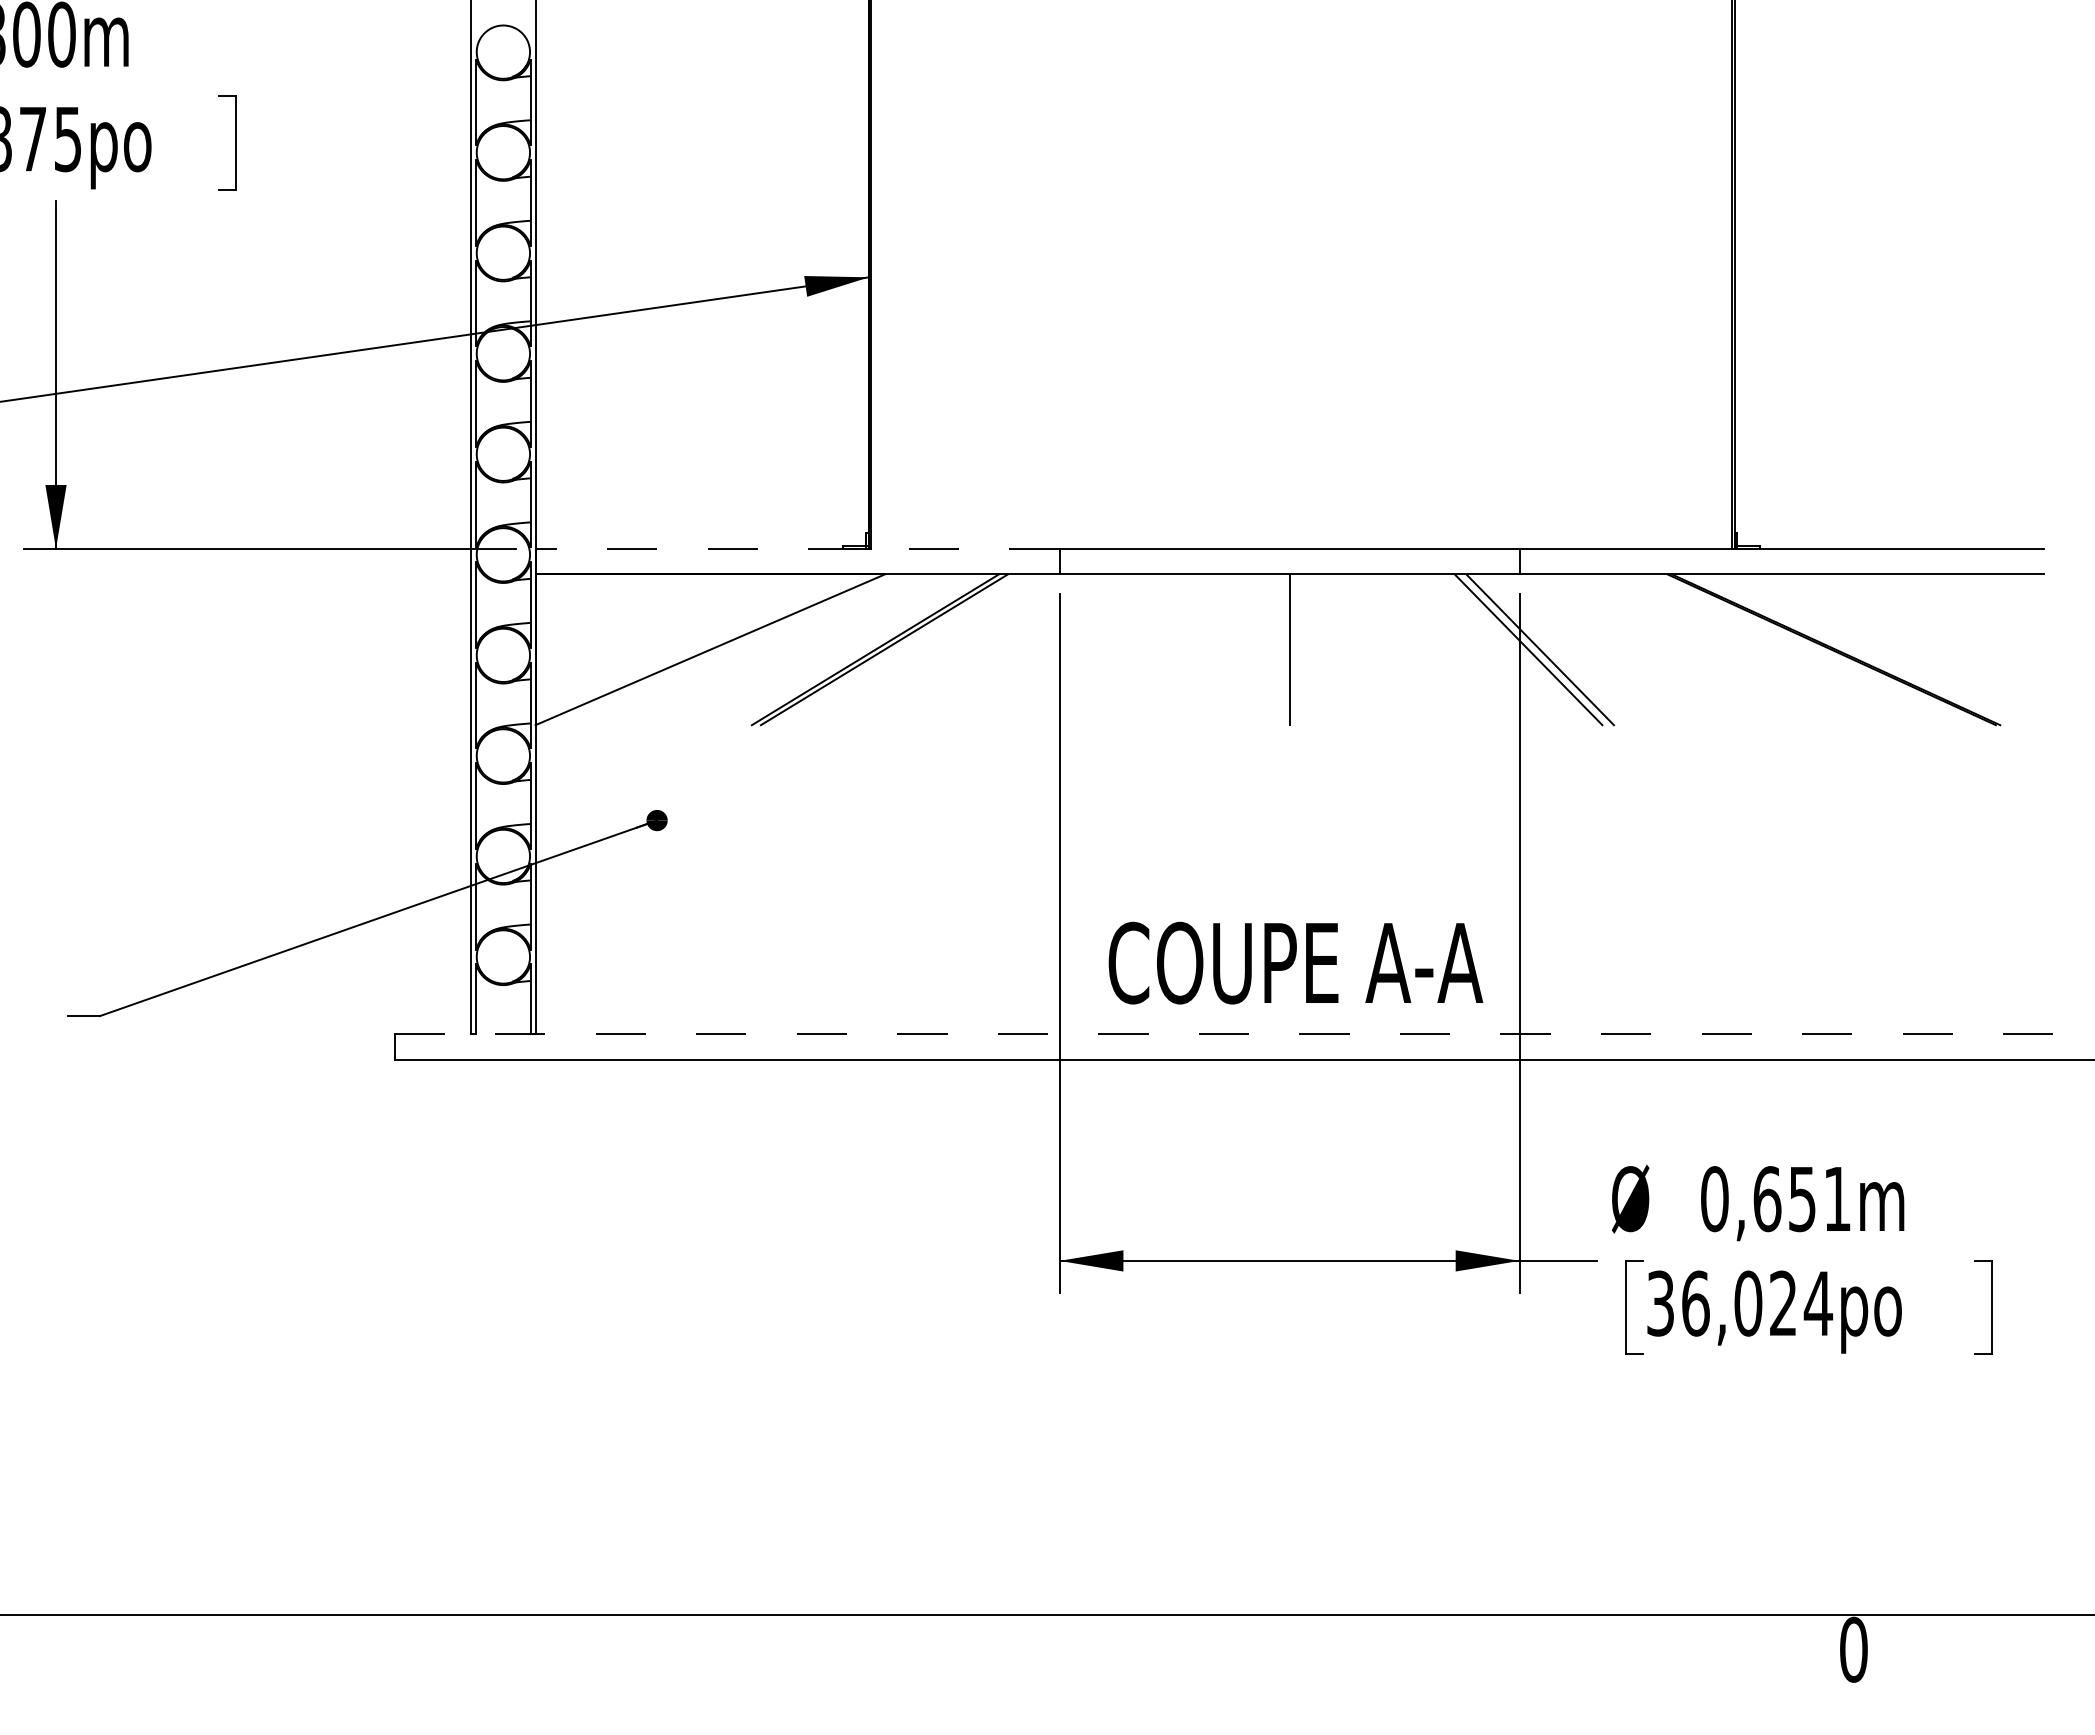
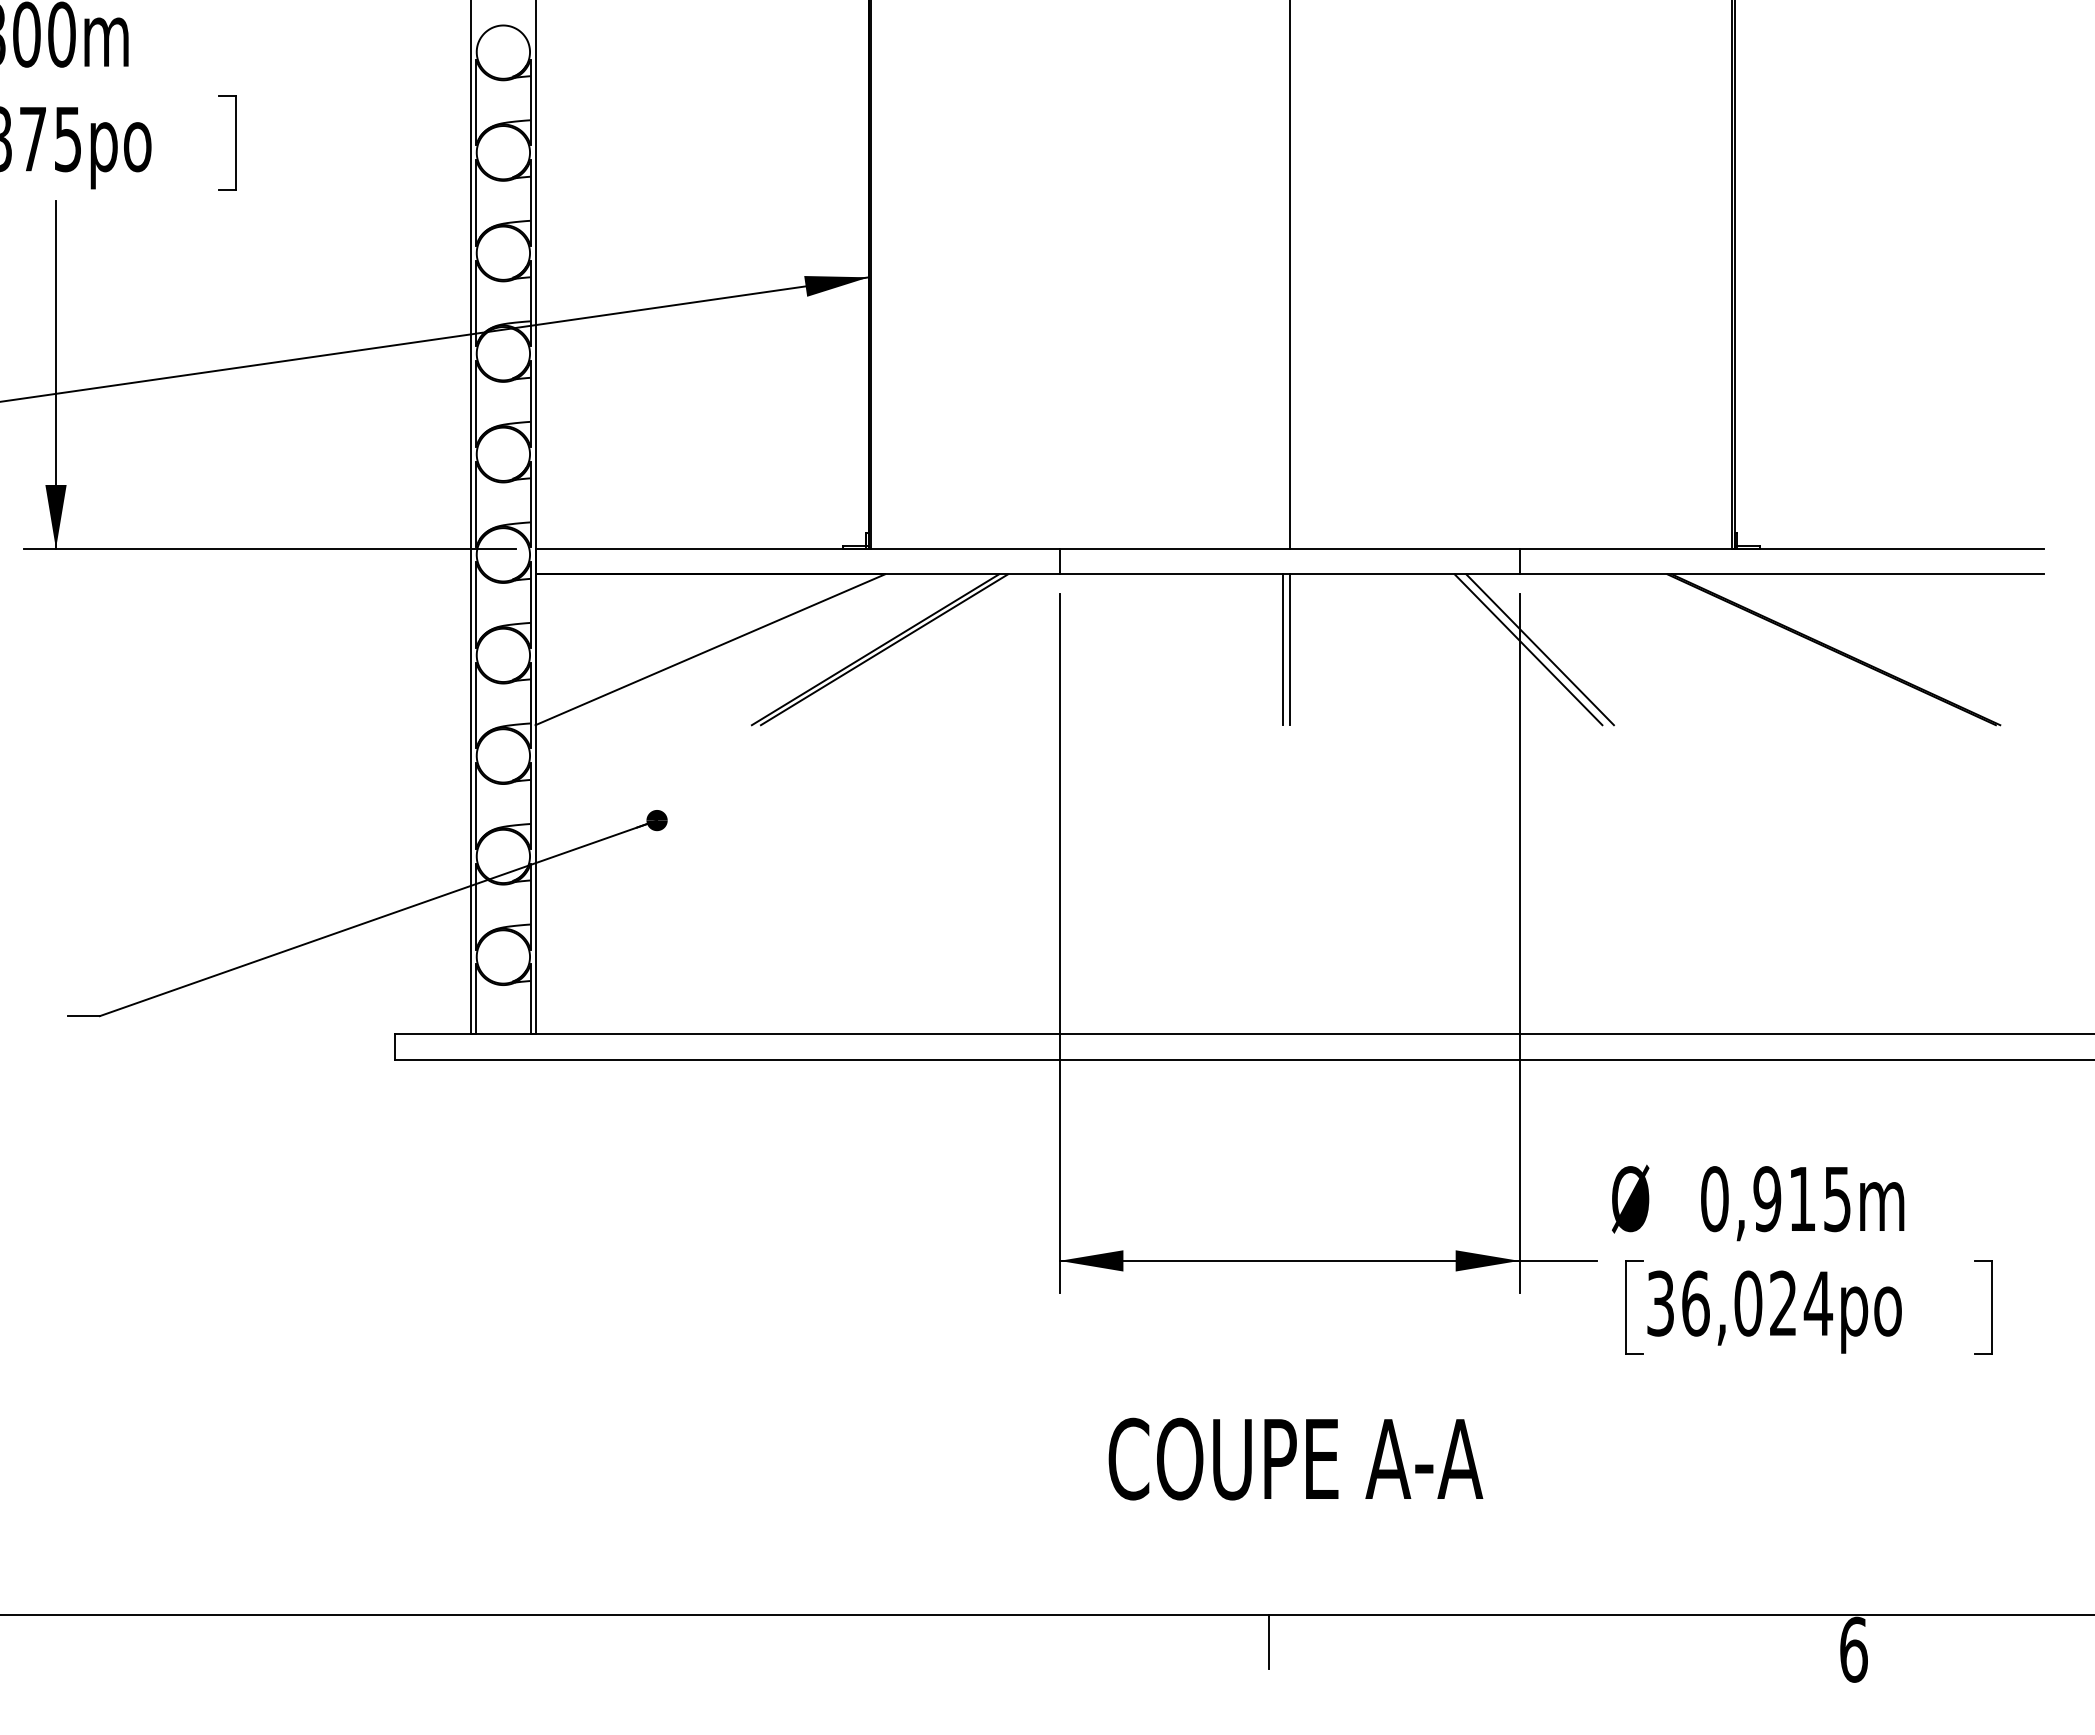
line at (1289, 275): none -> present
line at (797, 548): dashed -> solid
line at (1283, 649): none -> present
text at (1295, 962) position: (1295, 962) -> (1295, 1458)
line at (1244, 1034): dashed -> solid
text at (1801, 1199): 0,651m -> 0,915m
line at (1268, 1642): none -> present
text at (1853, 1649): 0 -> 6
